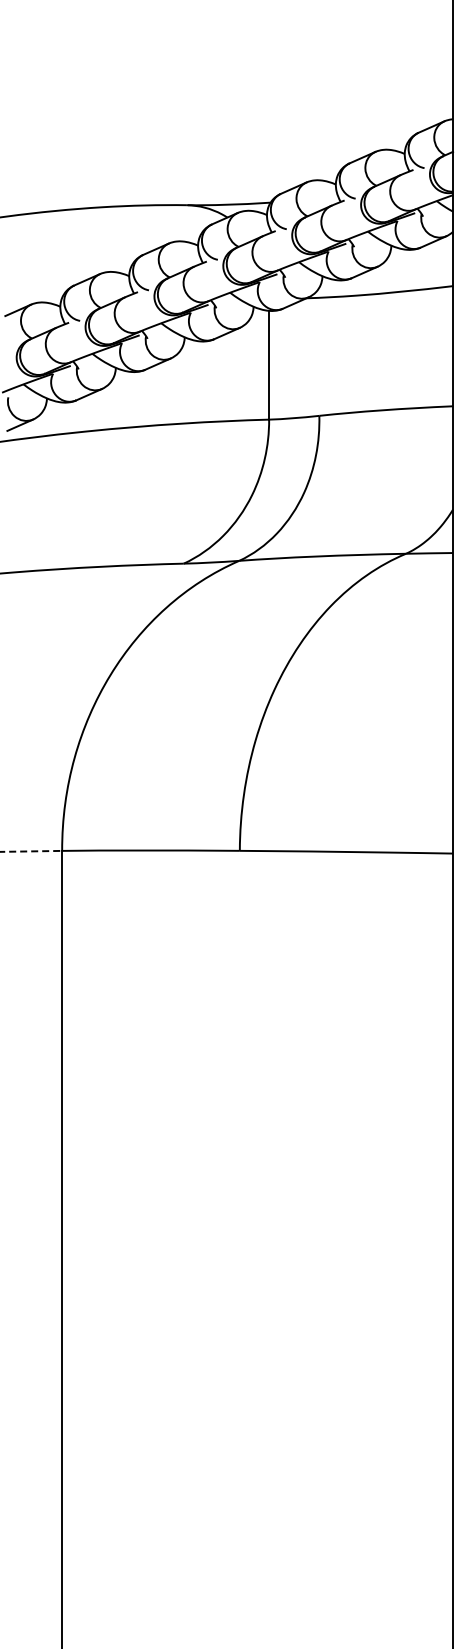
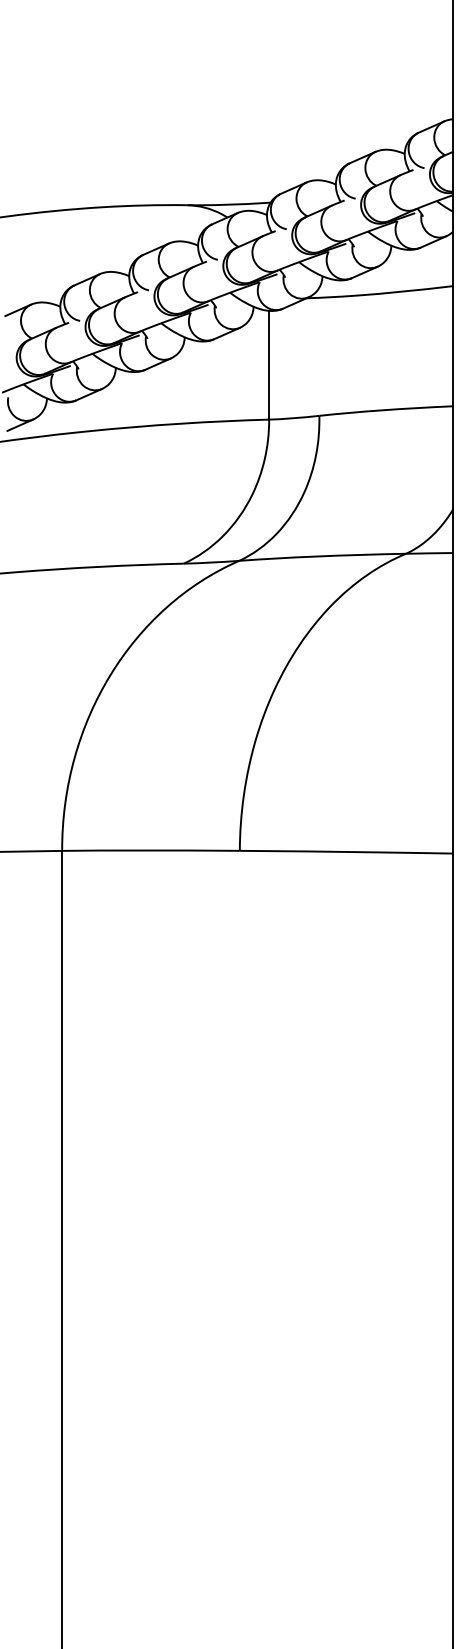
line at (31, 851): dashed -> solid
